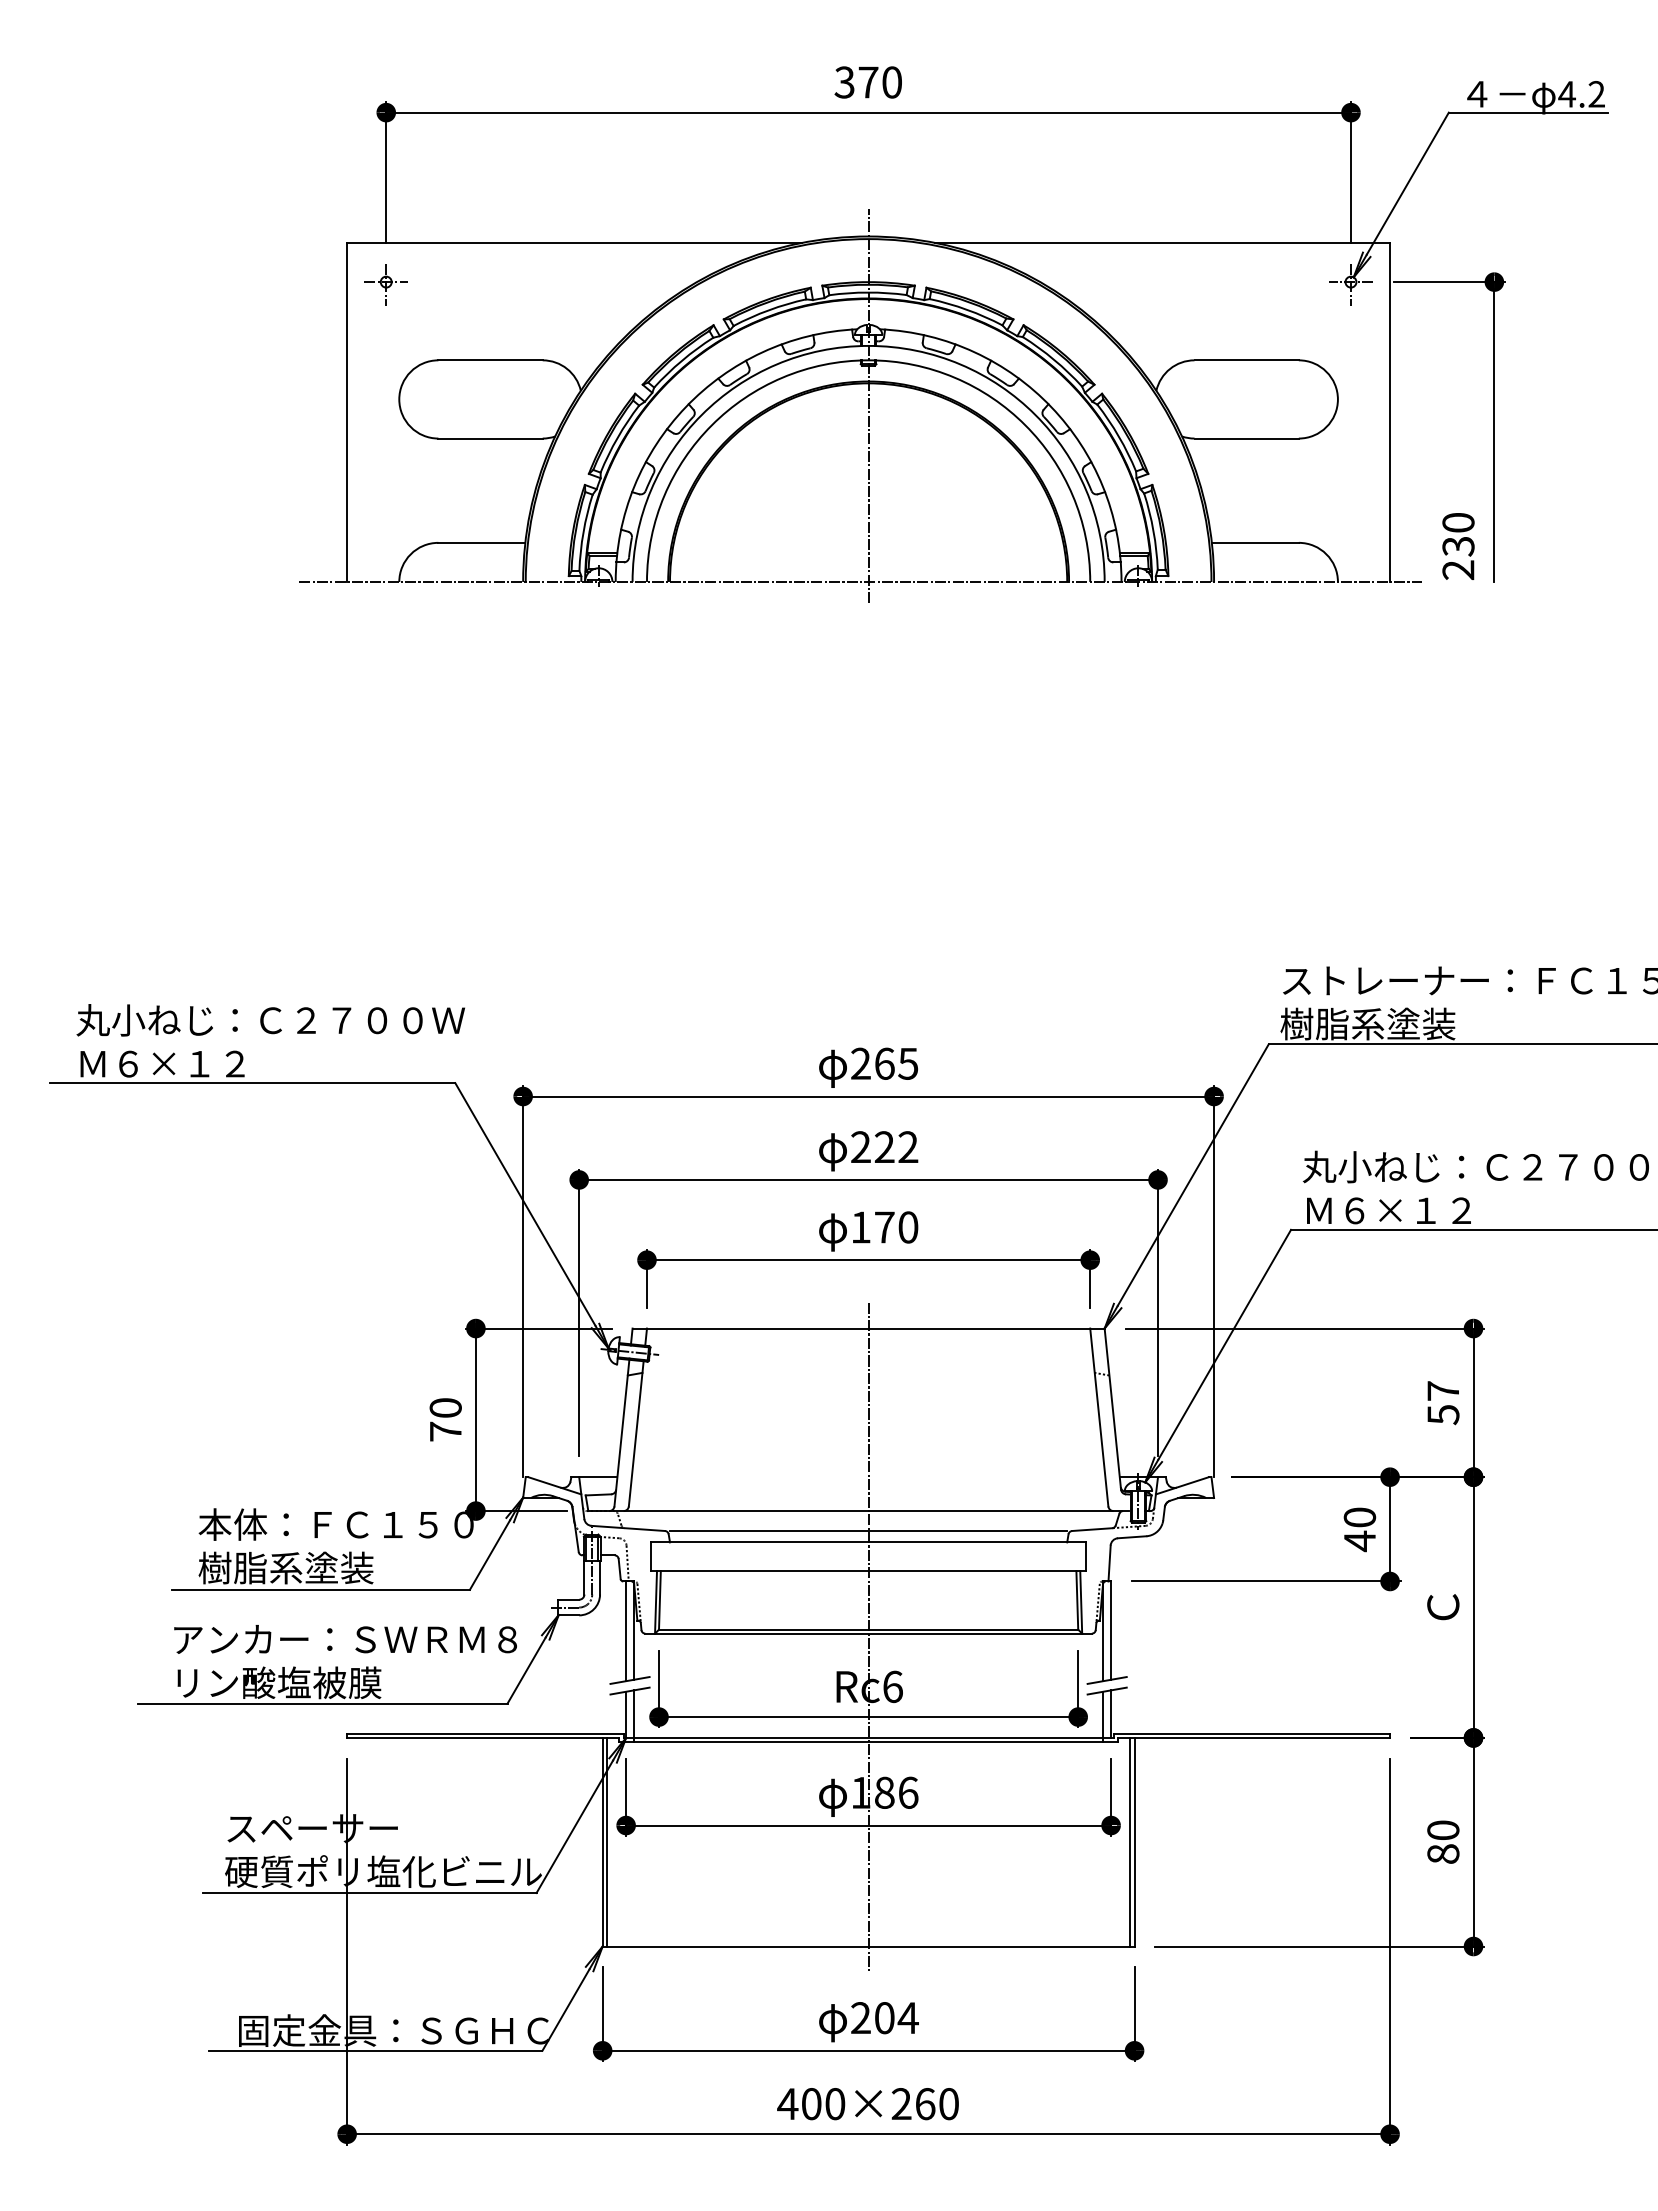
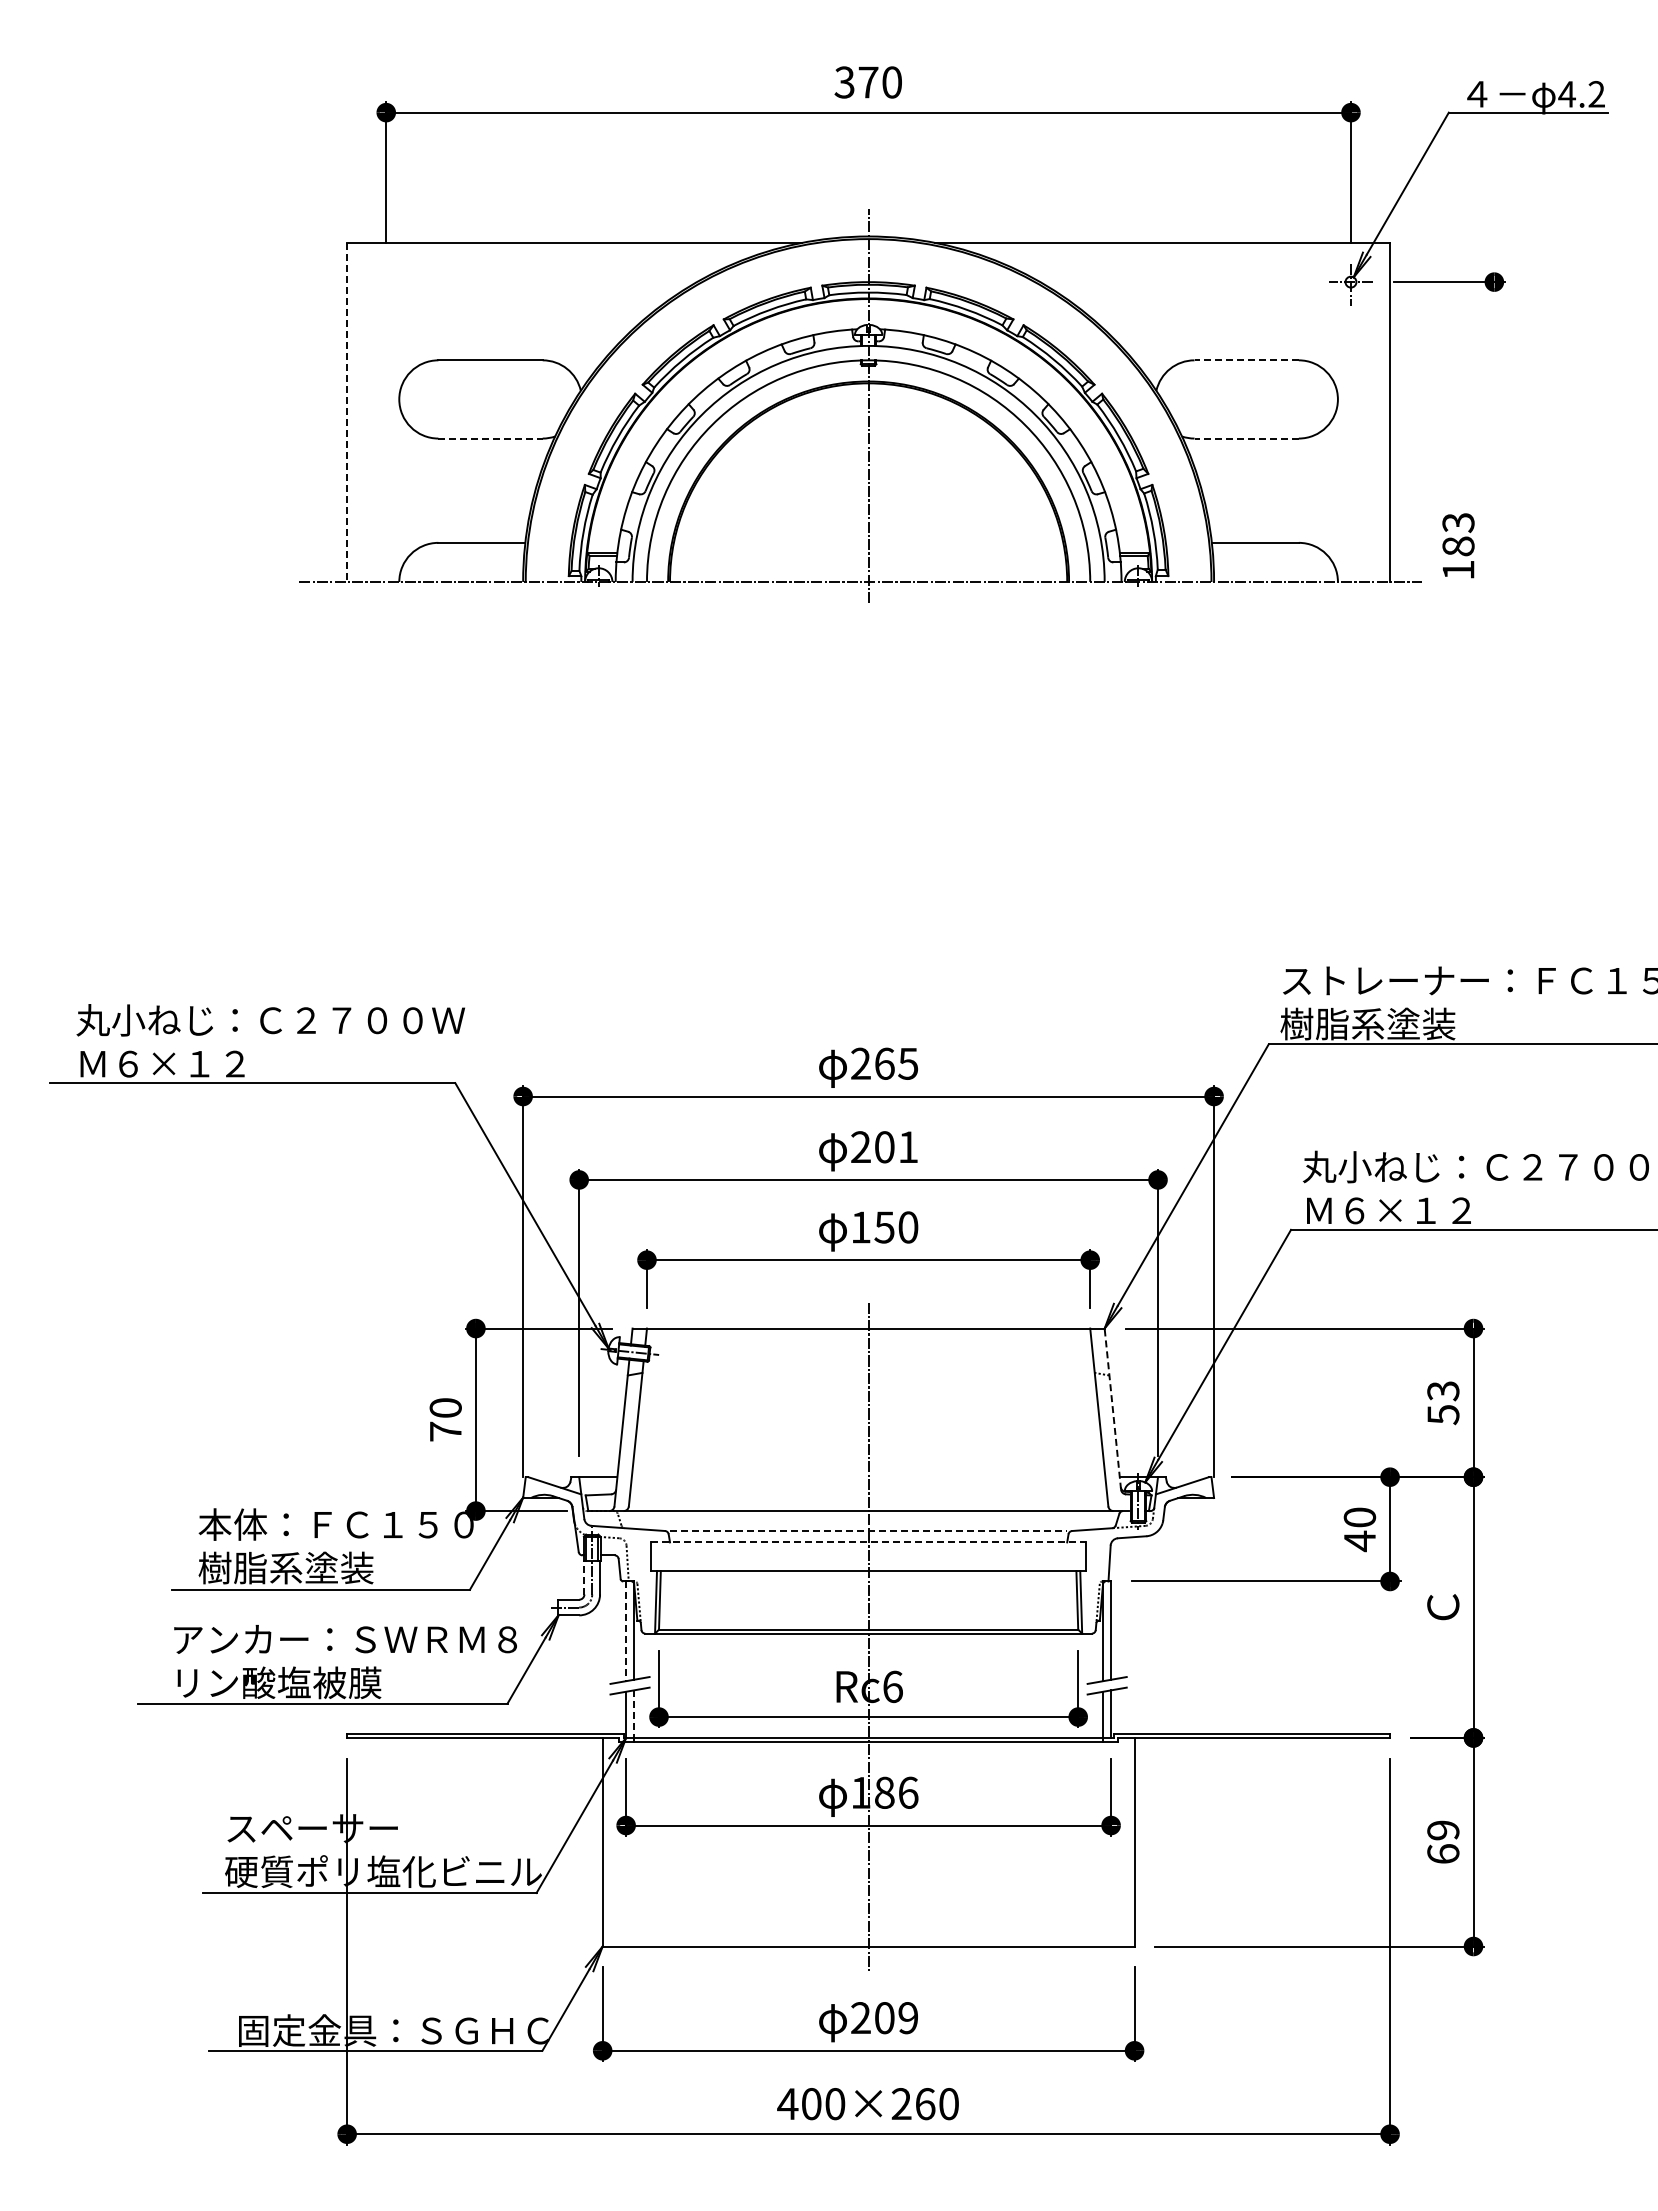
part at (385, 284): present -> none
line at (1246, 360): solid -> dashed
line at (347, 412): solid -> dashed
line at (1494, 431): present -> none
line at (491, 438): solid -> dashed
line at (1246, 438): solid -> dashed
text at (1458, 546): 230 -> 183
text at (896, 1147): 222 -> 201
text at (884, 1227): 170 -> 150
text at (1443, 1391): 57 -> 53
line at (1112, 1409): solid -> dashed
line at (868, 1531): solid -> dashed
line at (868, 1542): solid -> dashed
line at (584, 1577): solid -> dashed
line at (626, 1631): solid -> dashed
line at (633, 1714): solid -> dashed
line at (606, 1841): present -> none
line at (1130, 1841): present -> none
text at (1443, 1841): 80 -> 69
text at (907, 2018): 204 -> 209
